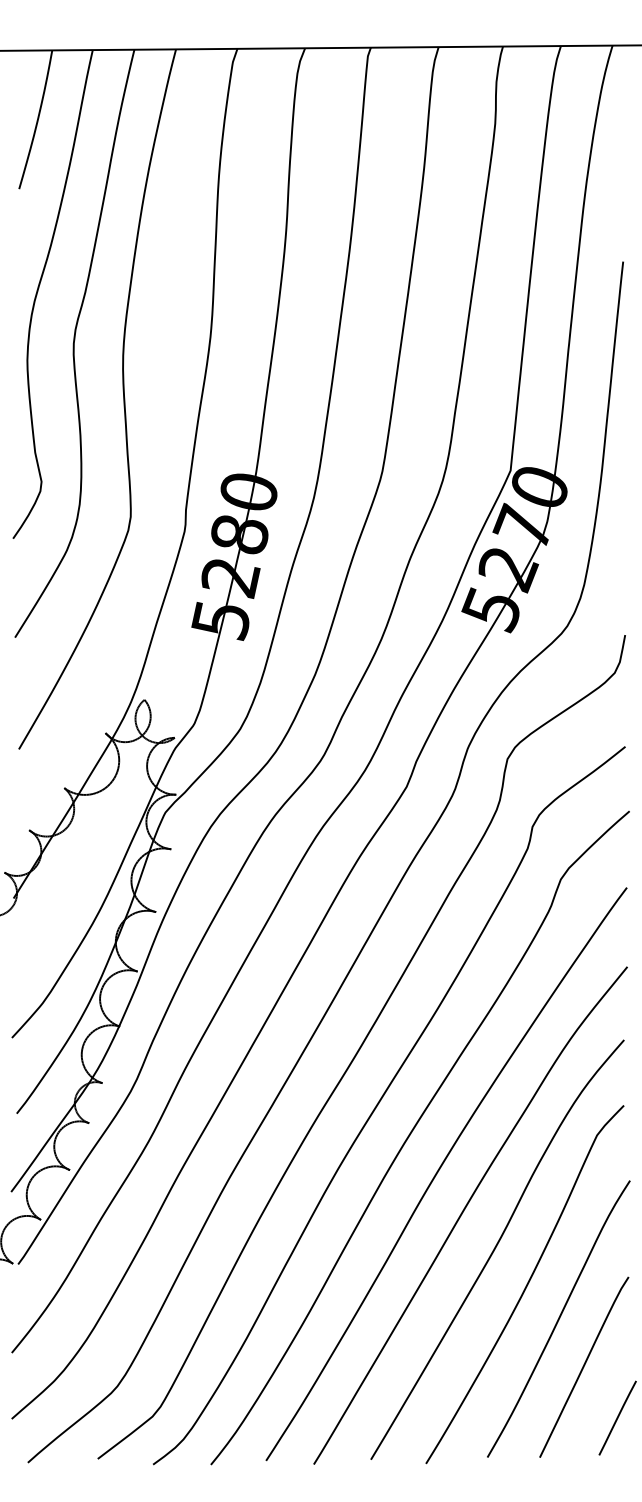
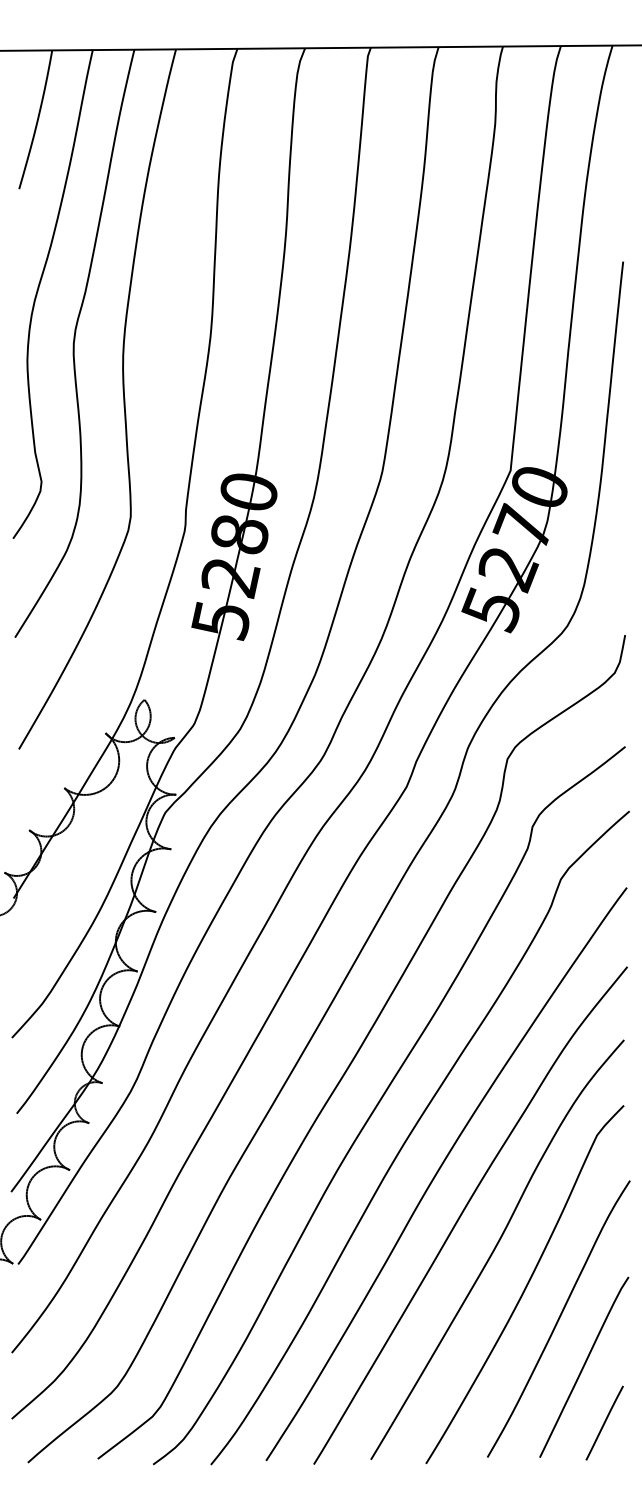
line at (617, 1417) position: (617, 1417) -> (604, 1422)
